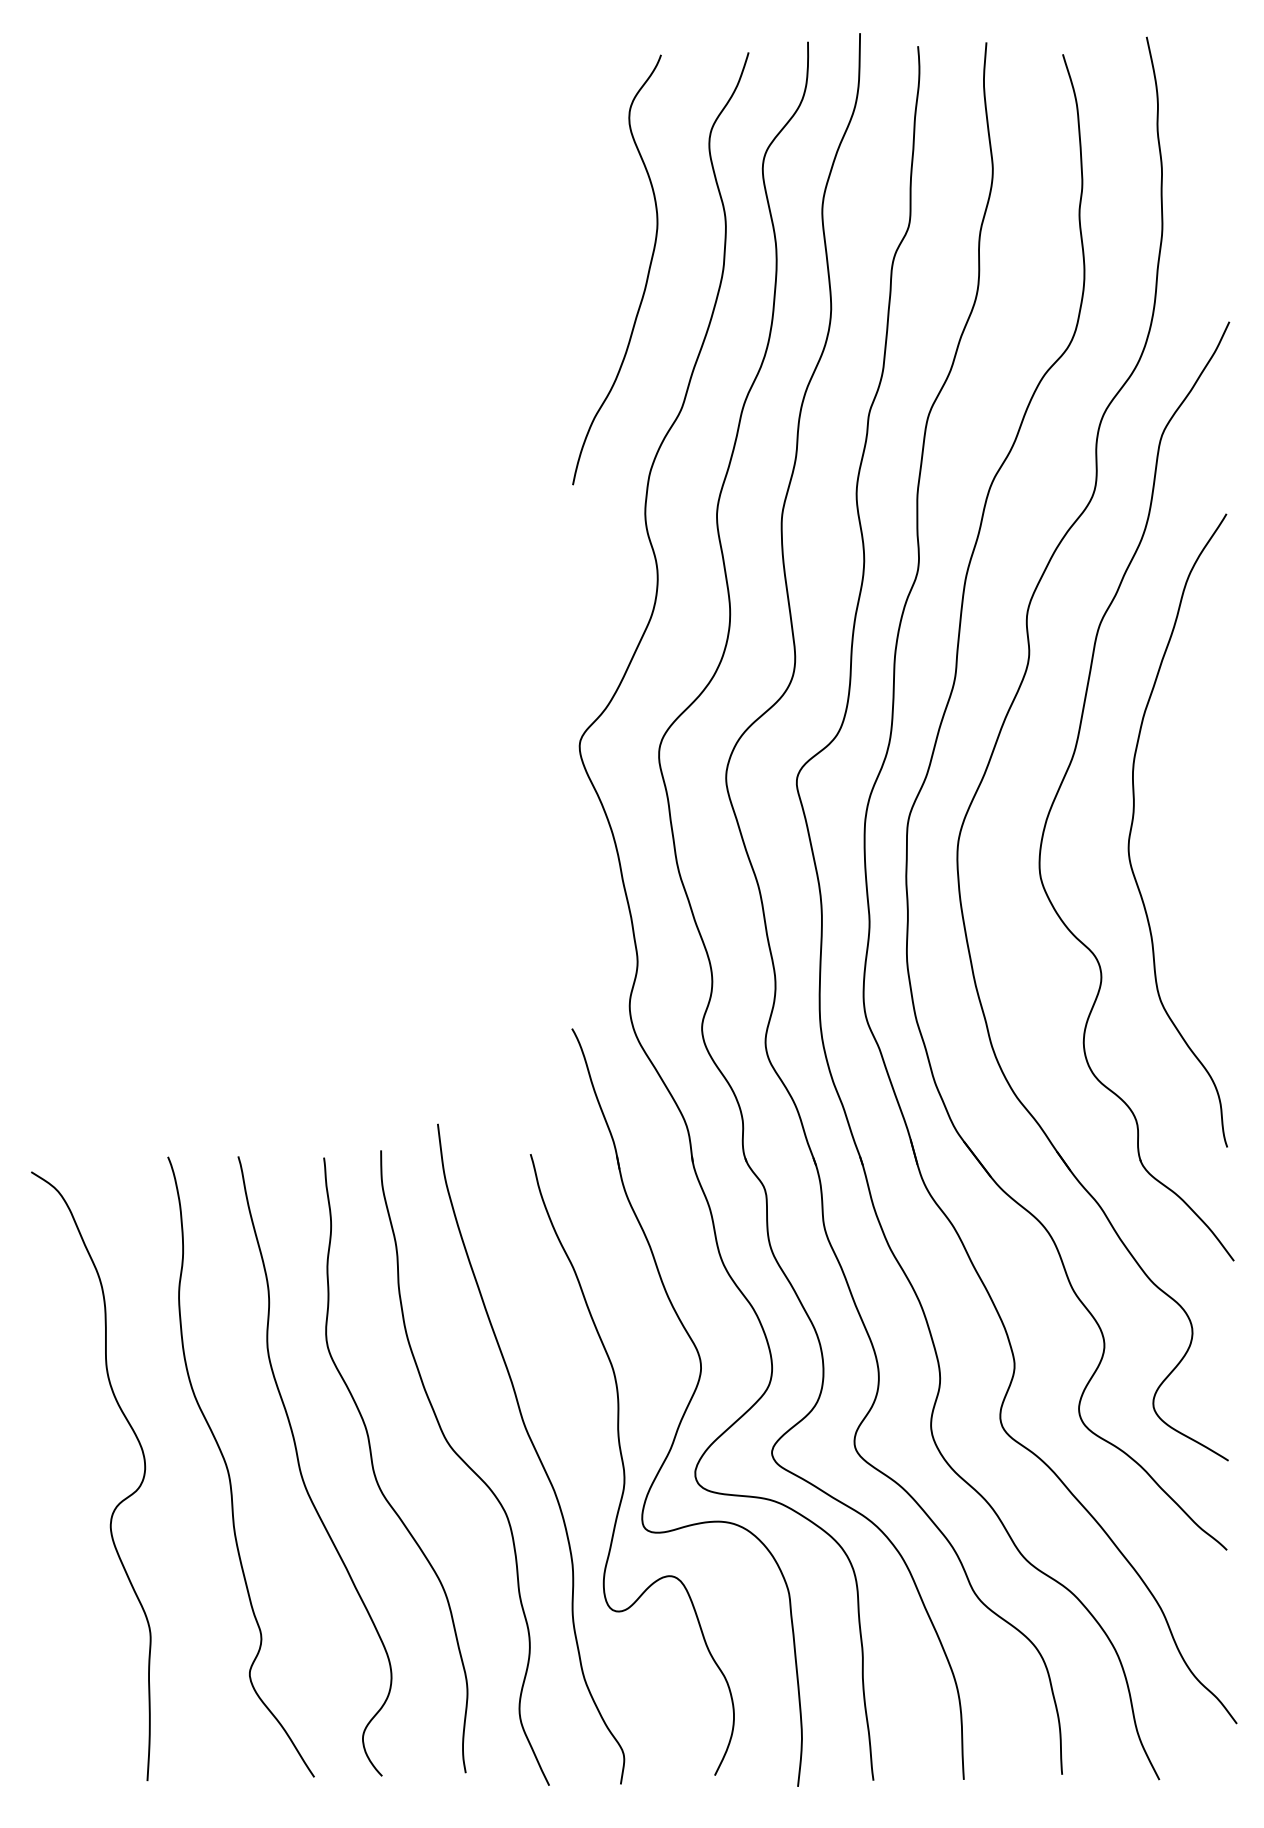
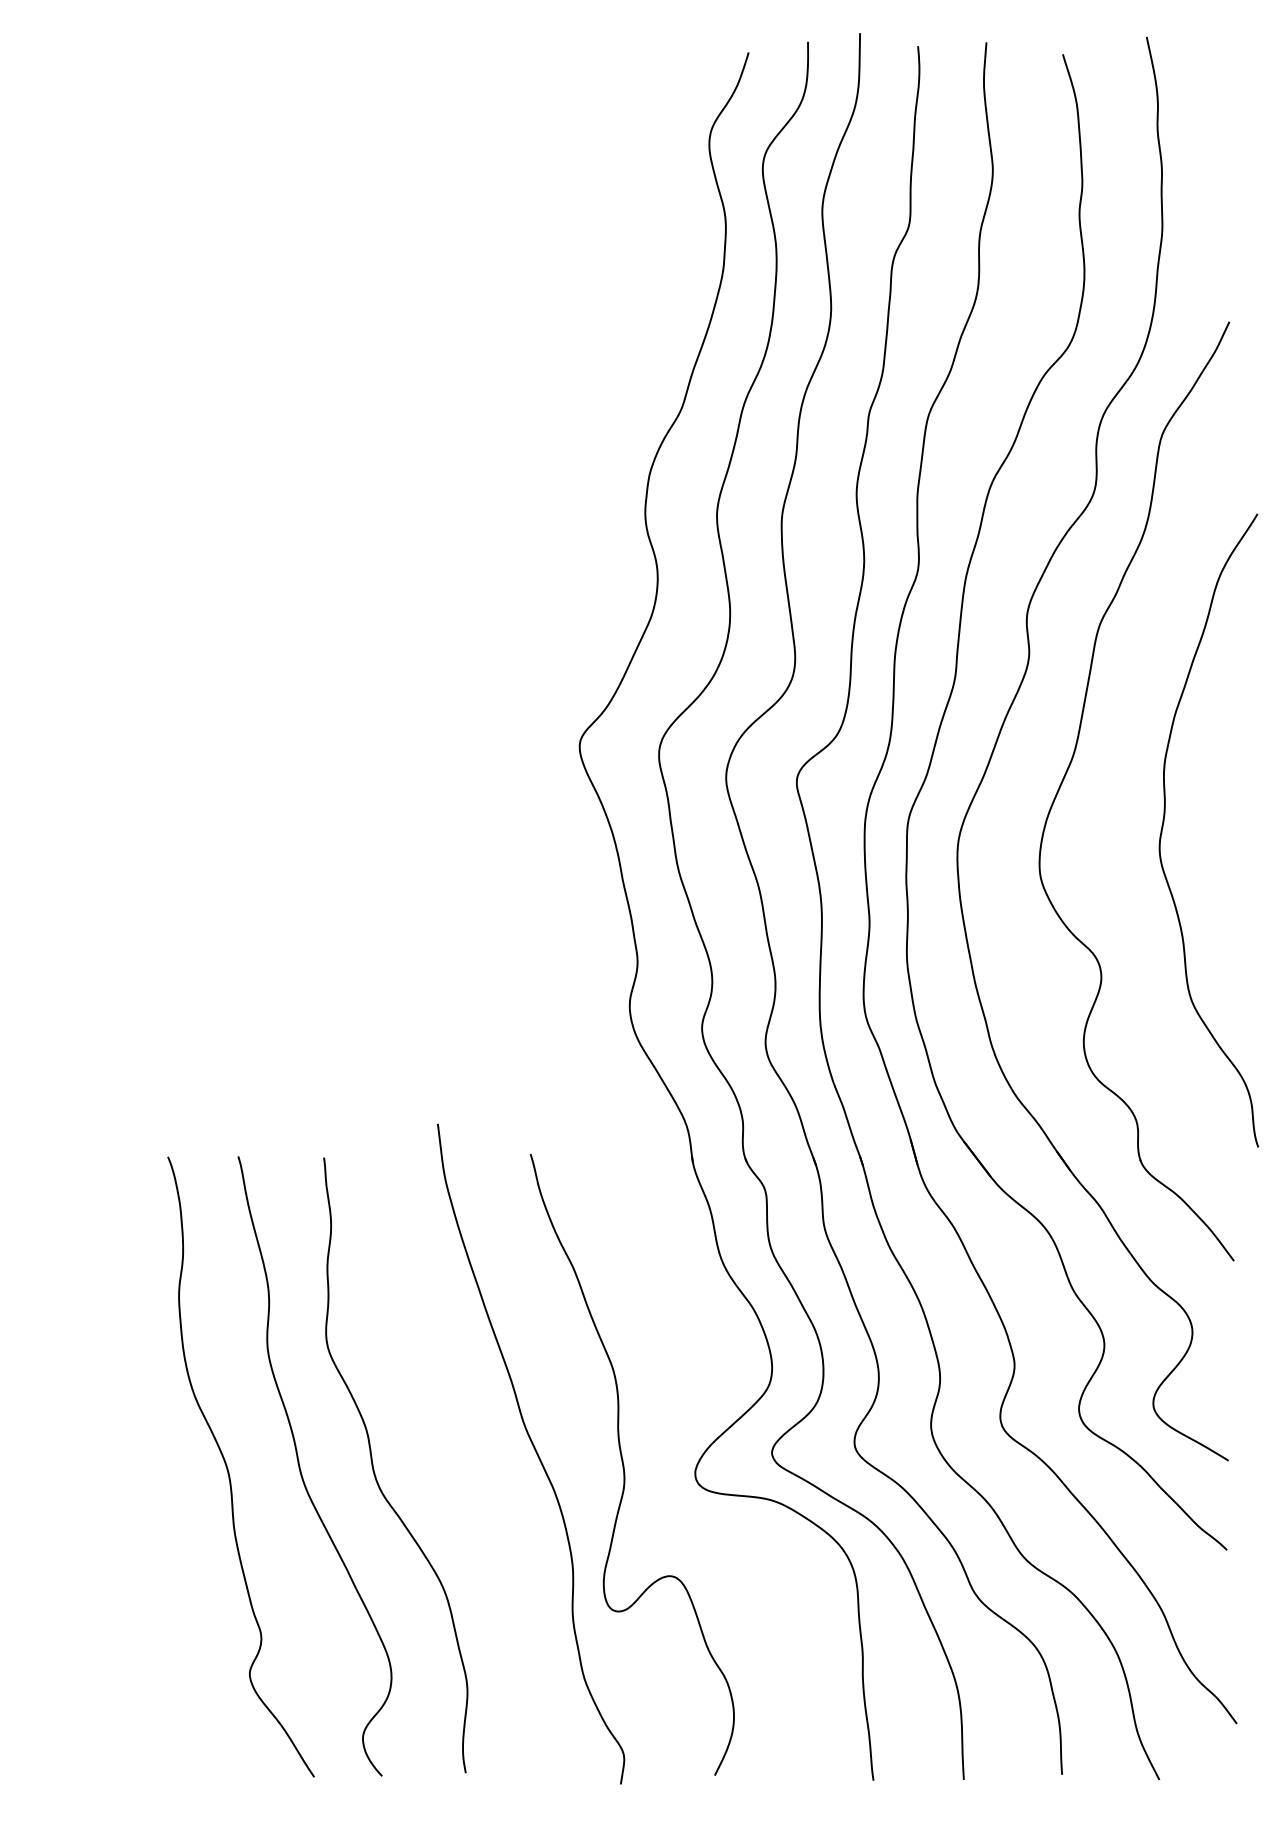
curve at (646, 277): present -> none
curve at (1133, 822) position: (1133, 822) -> (1164, 822)
part at (686, 1407): present -> none
curve at (466, 1465): present -> none
curve at (118, 1503): present -> none
